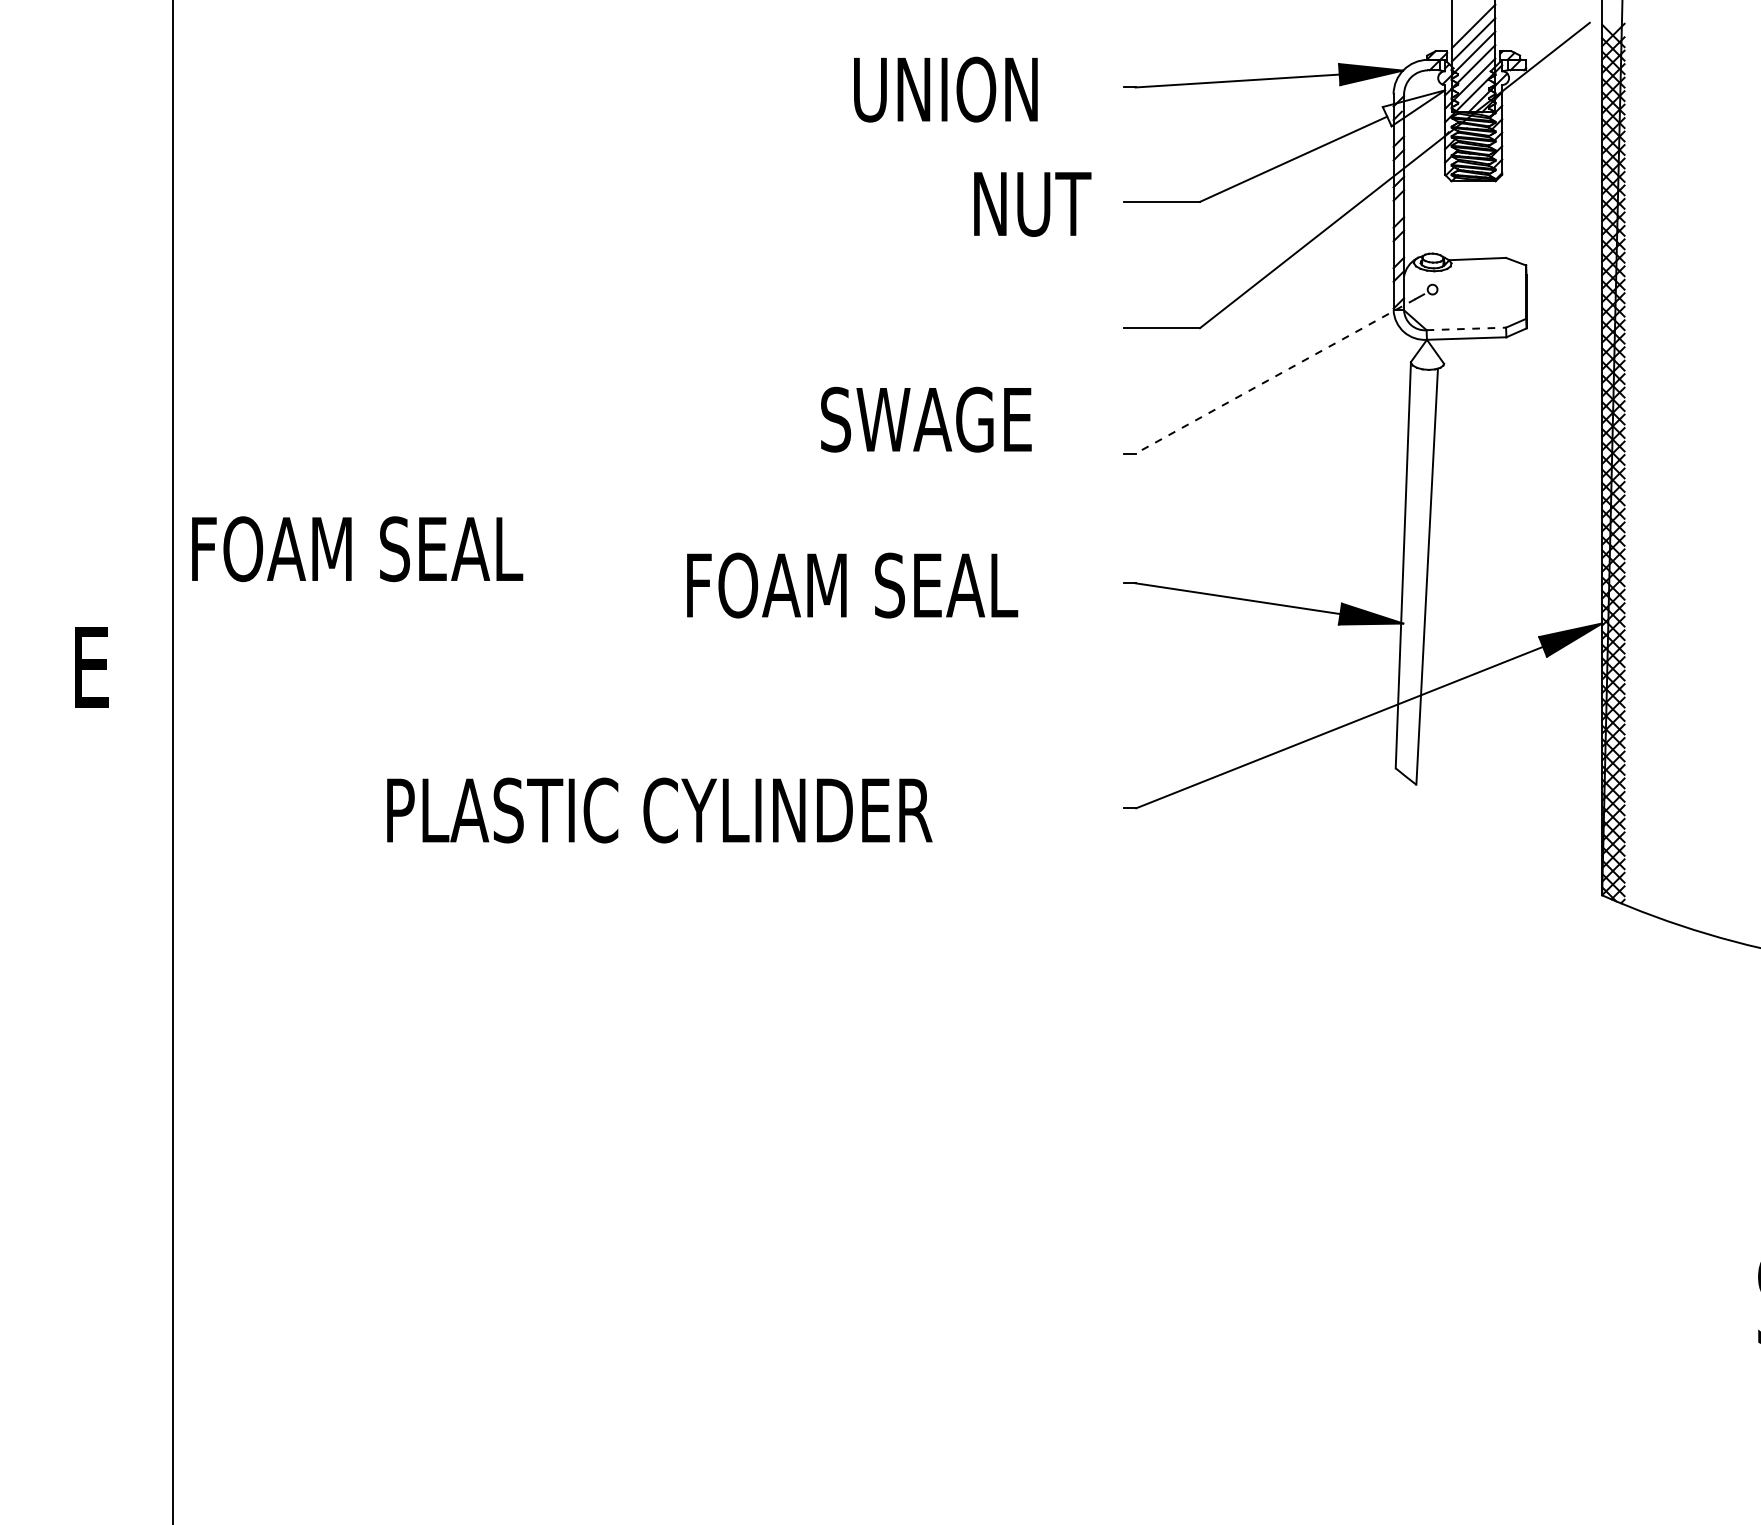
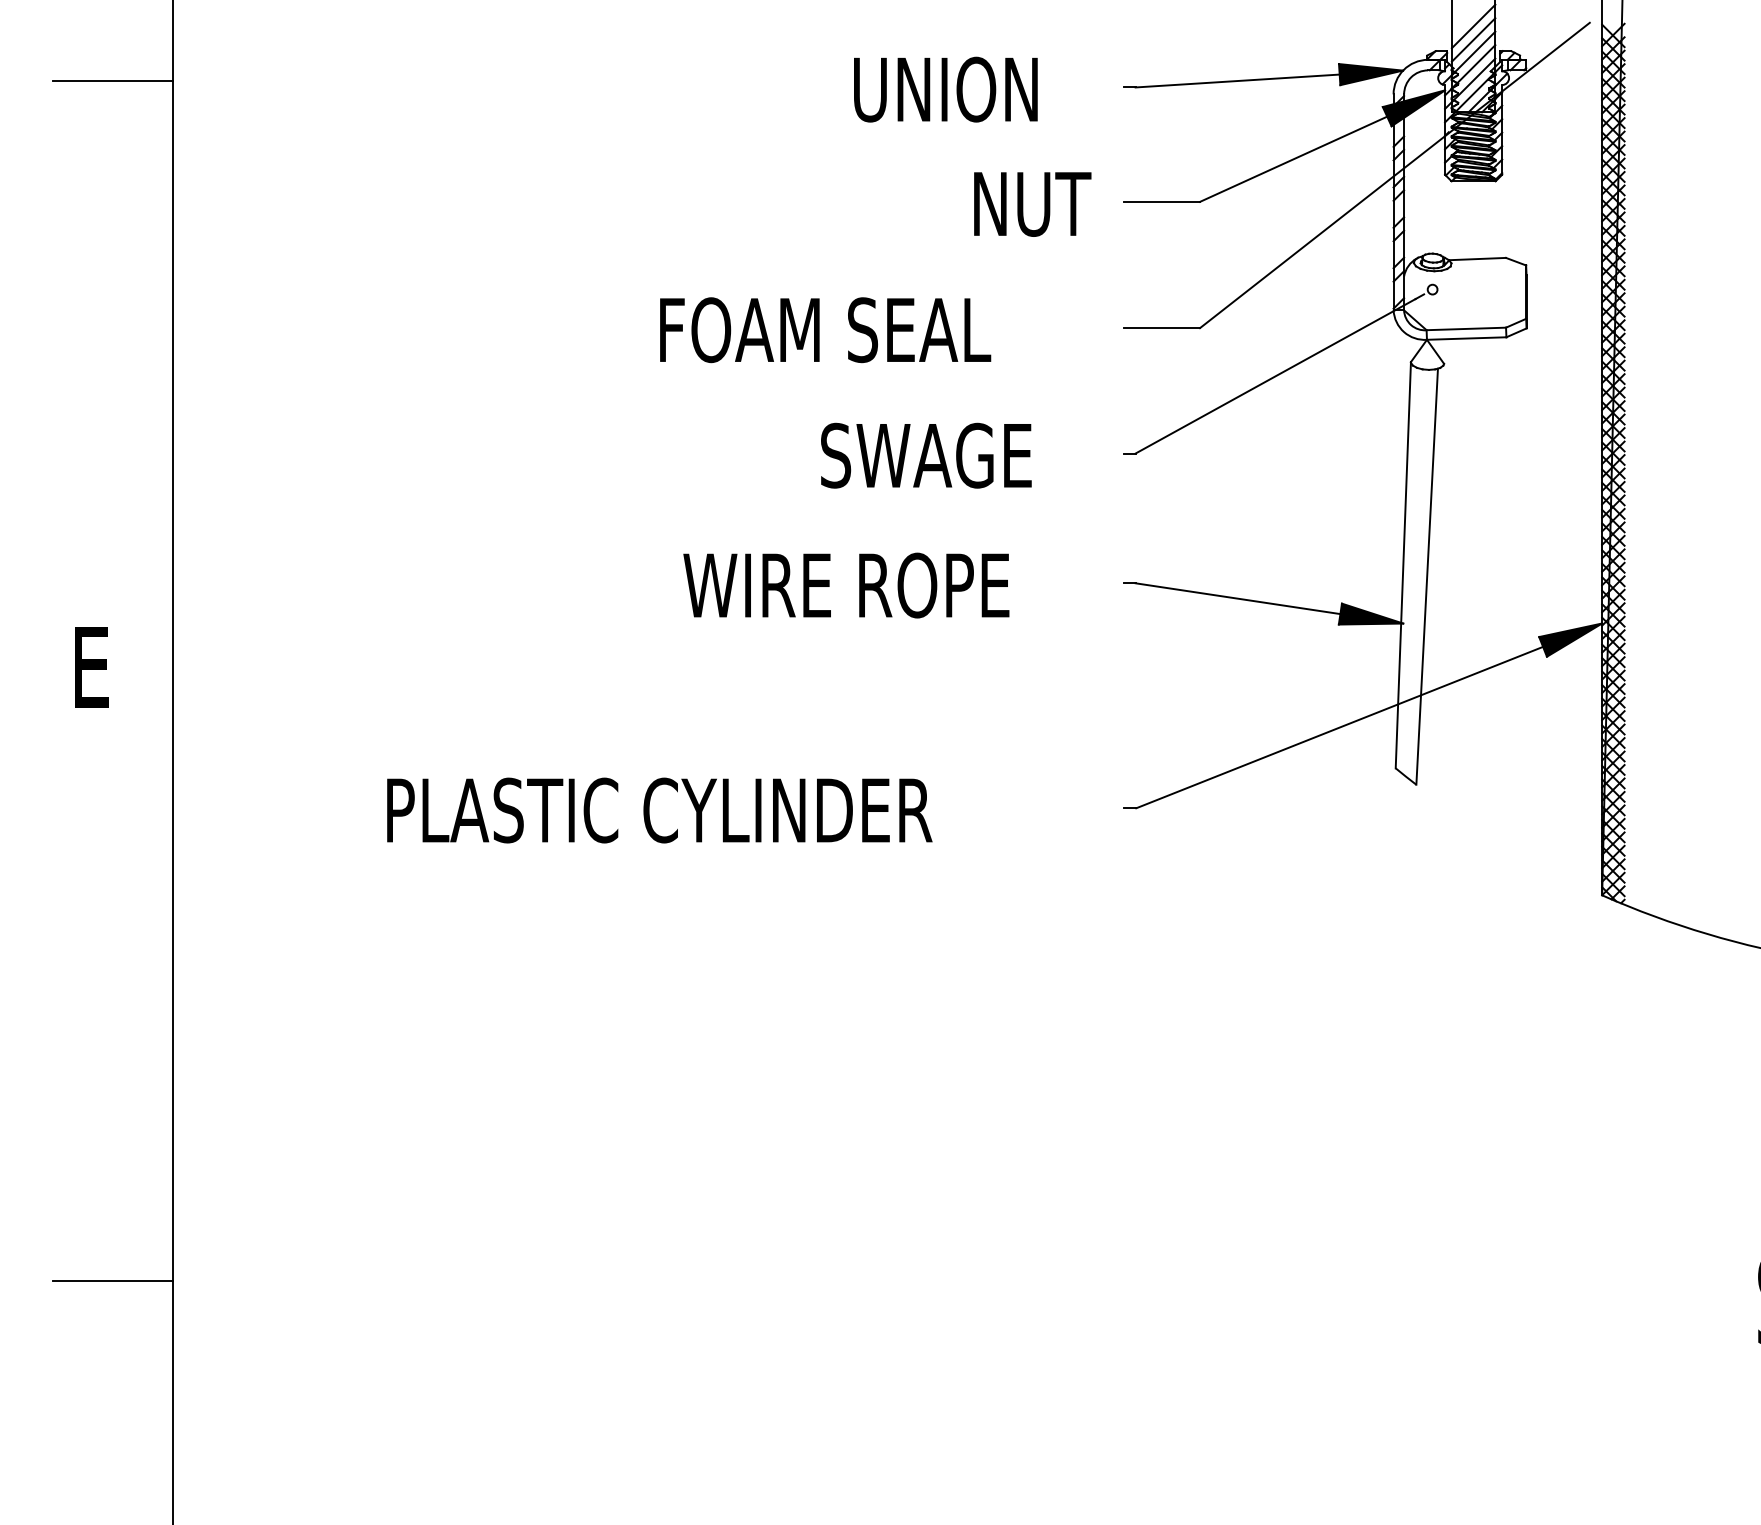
line at (112, 80): none -> present
fill at (1413, 108): none -> present
line at (1466, 328): dashed -> solid
line at (1275, 376): dashed -> solid
text at (926, 419) position: (926, 419) -> (926, 455)
text at (357, 549) position: (357, 549) -> (825, 330)
text at (850, 585): FOAM SEAL -> WIRE ROPE
line at (112, 1281): none -> present
